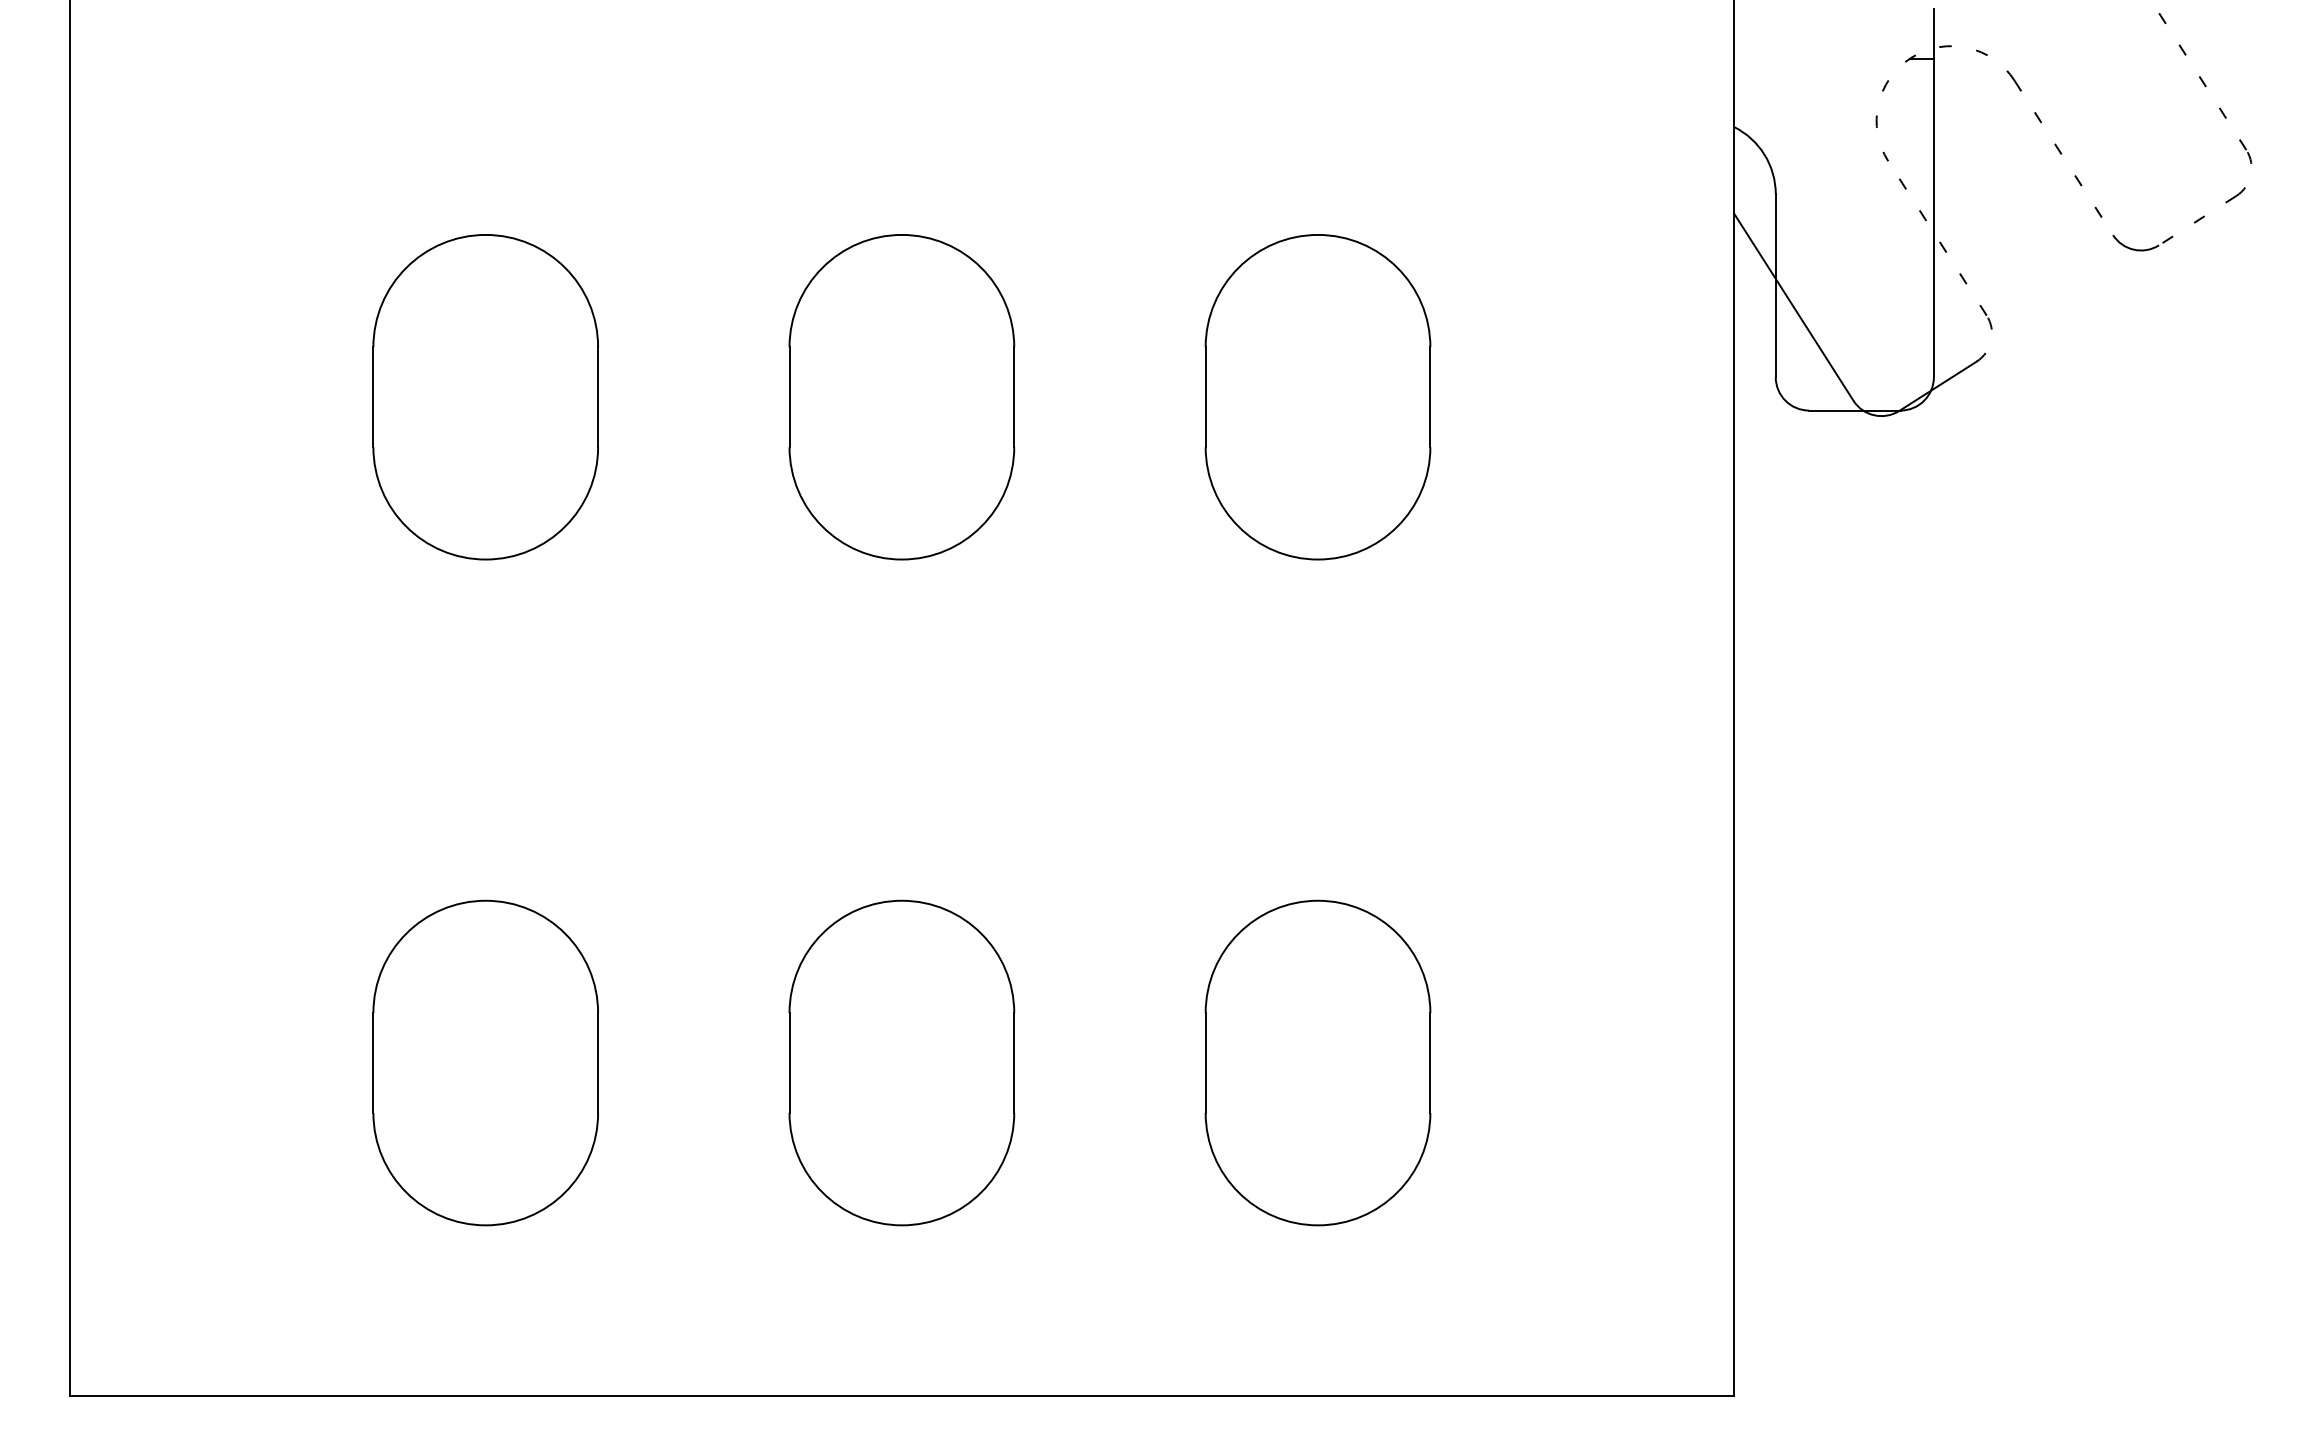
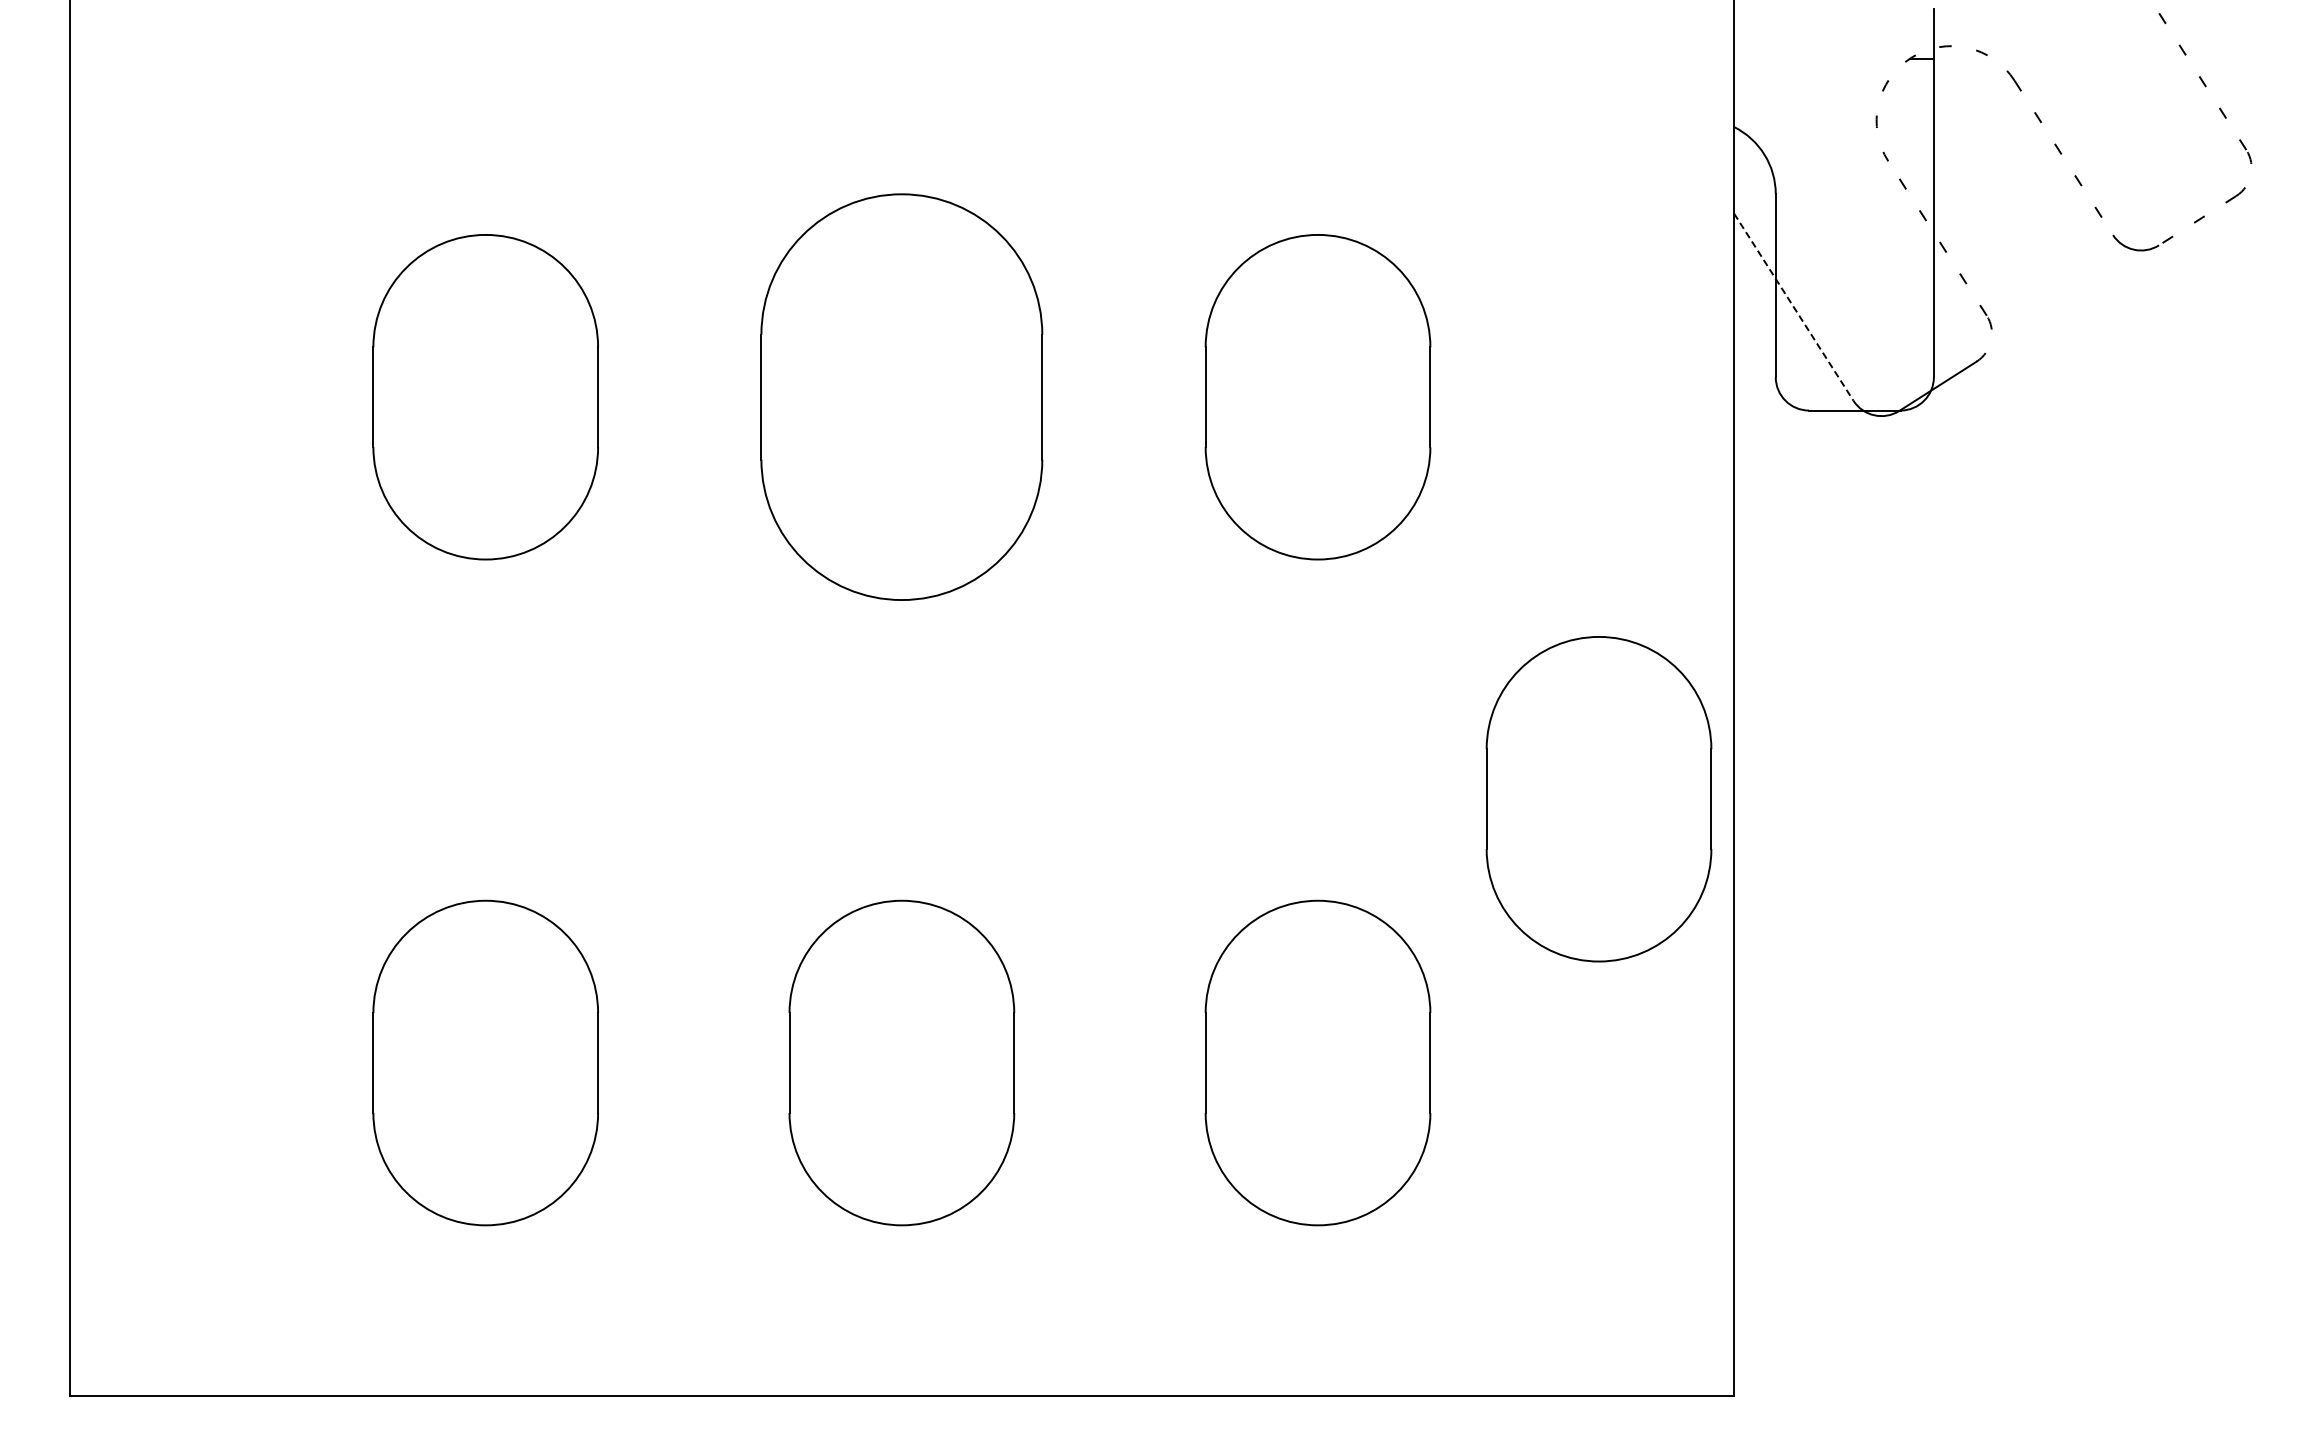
line at (1793, 307): solid -> dashed
part at (901, 397) size: 228x327 px -> 284x408 px
part at (1598, 799): none -> present
